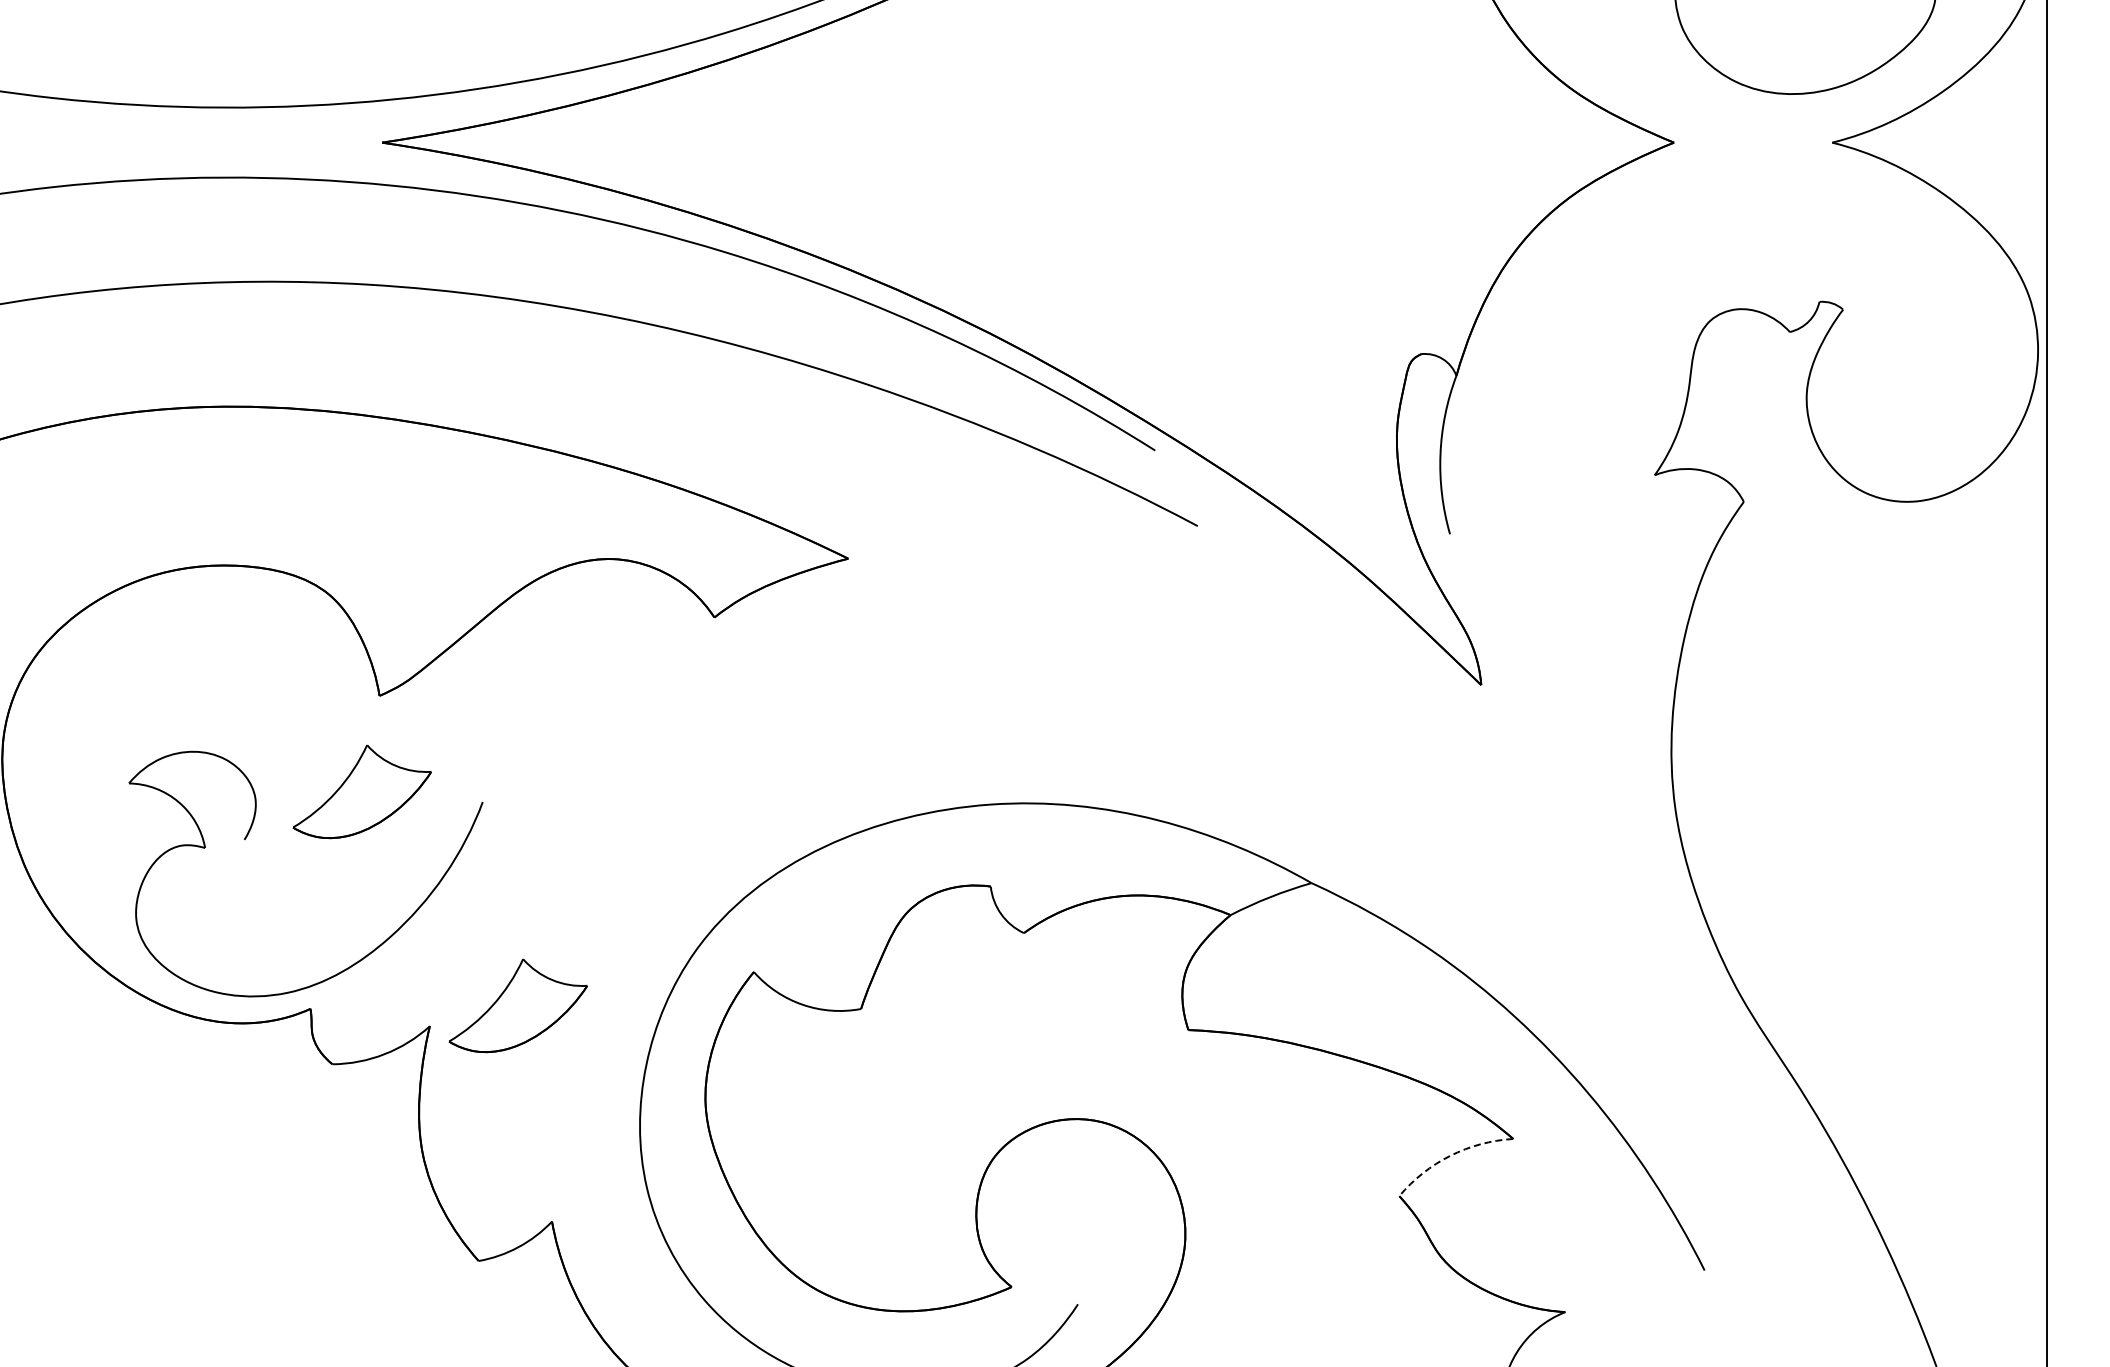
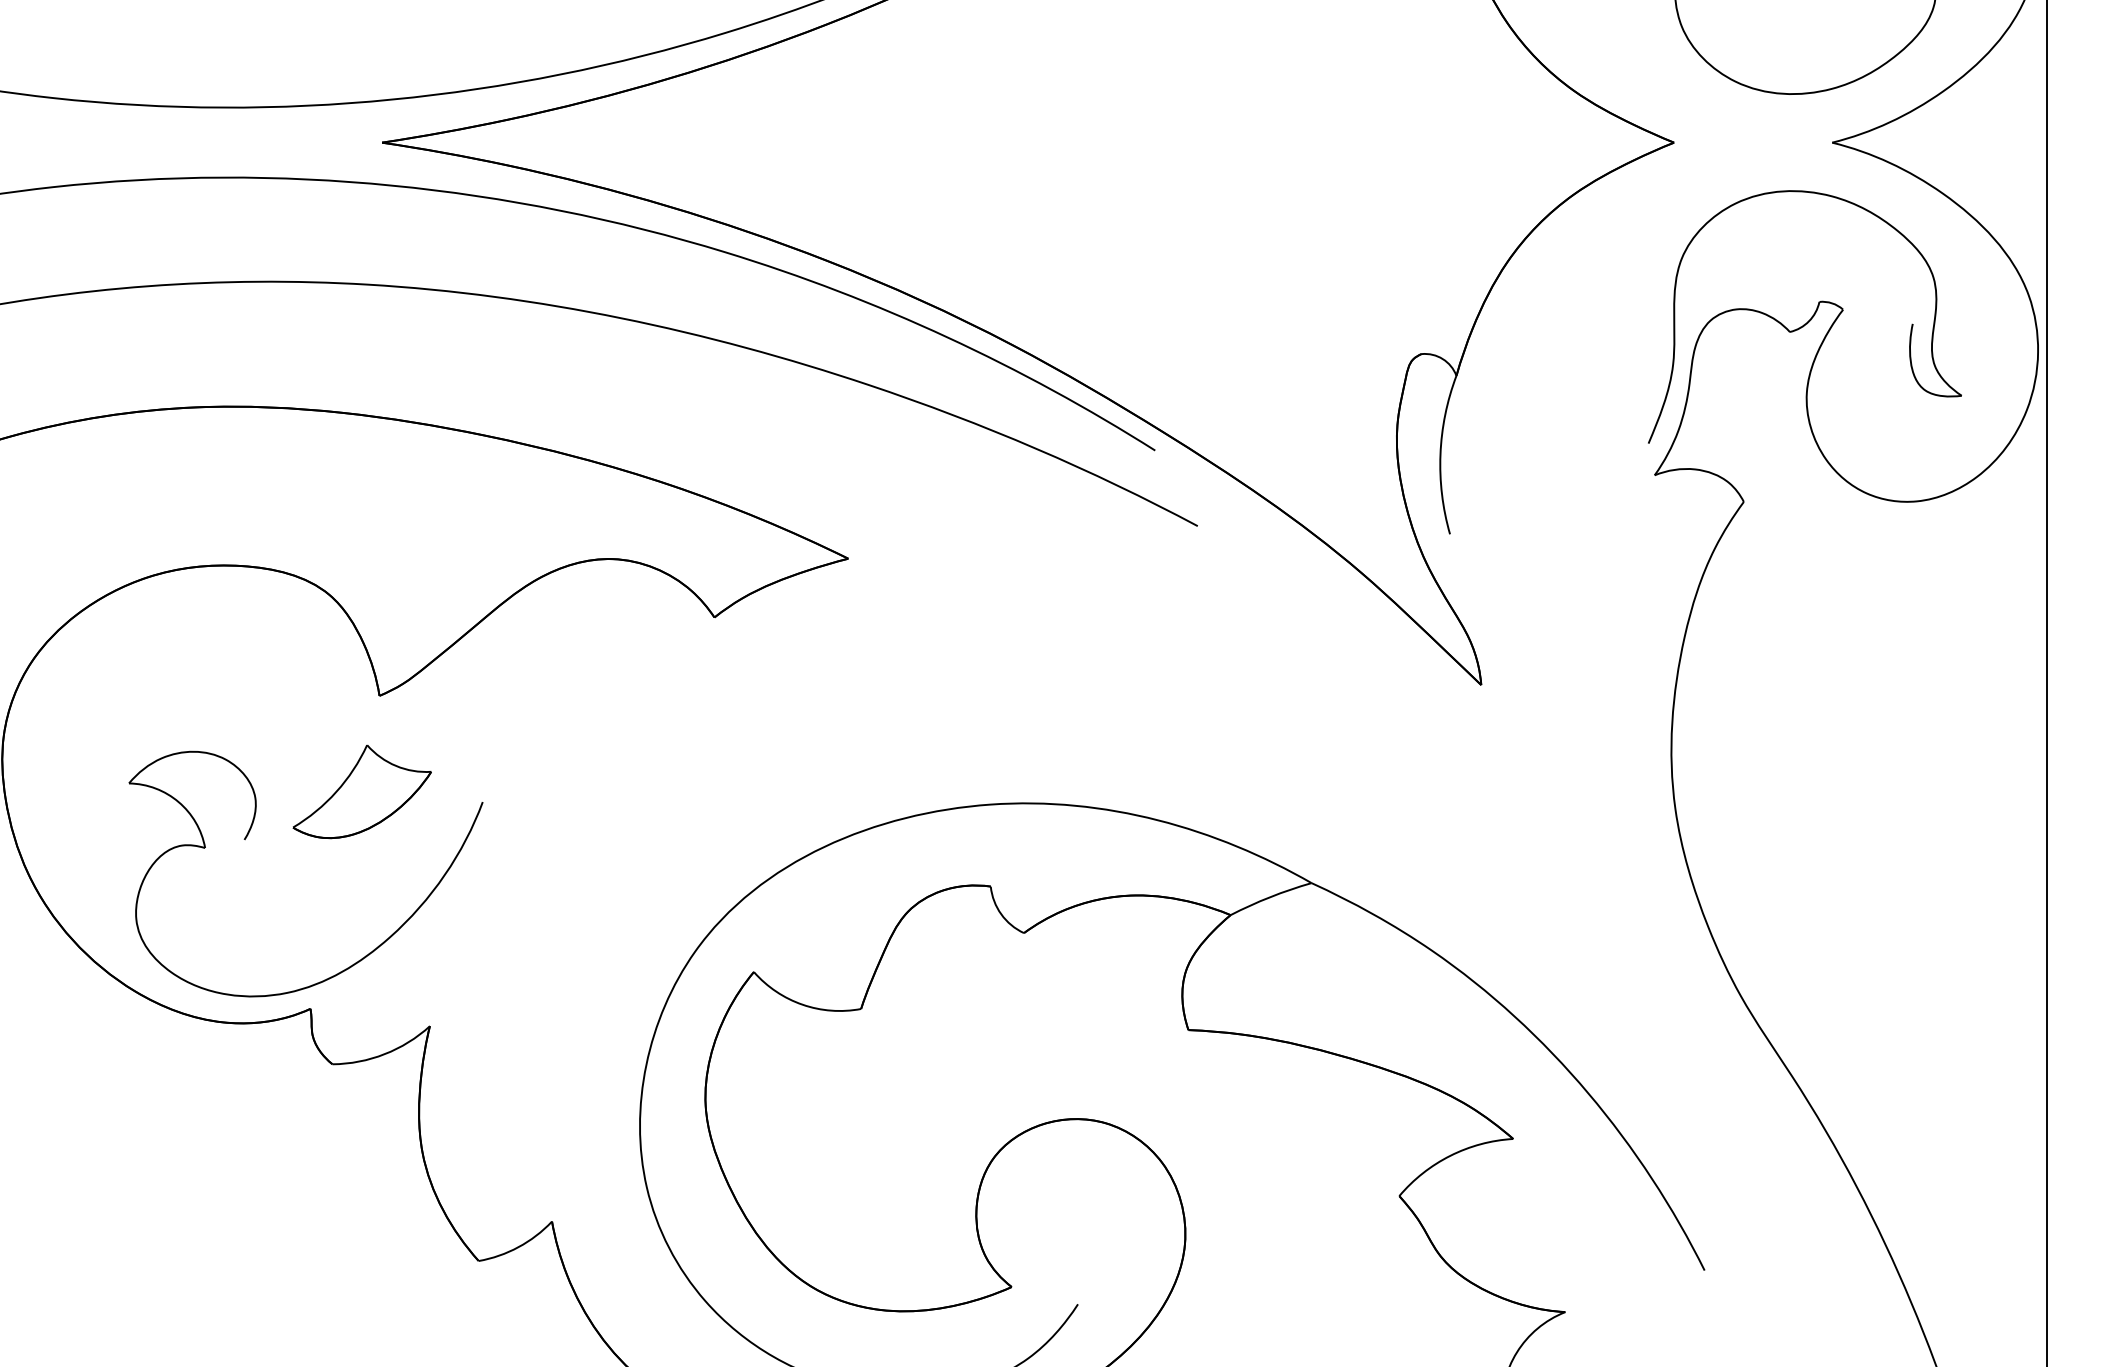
part at (1910, 329): none -> present
part at (517, 1005): present -> none
arc at (1450, 1155): dashed -> solid
